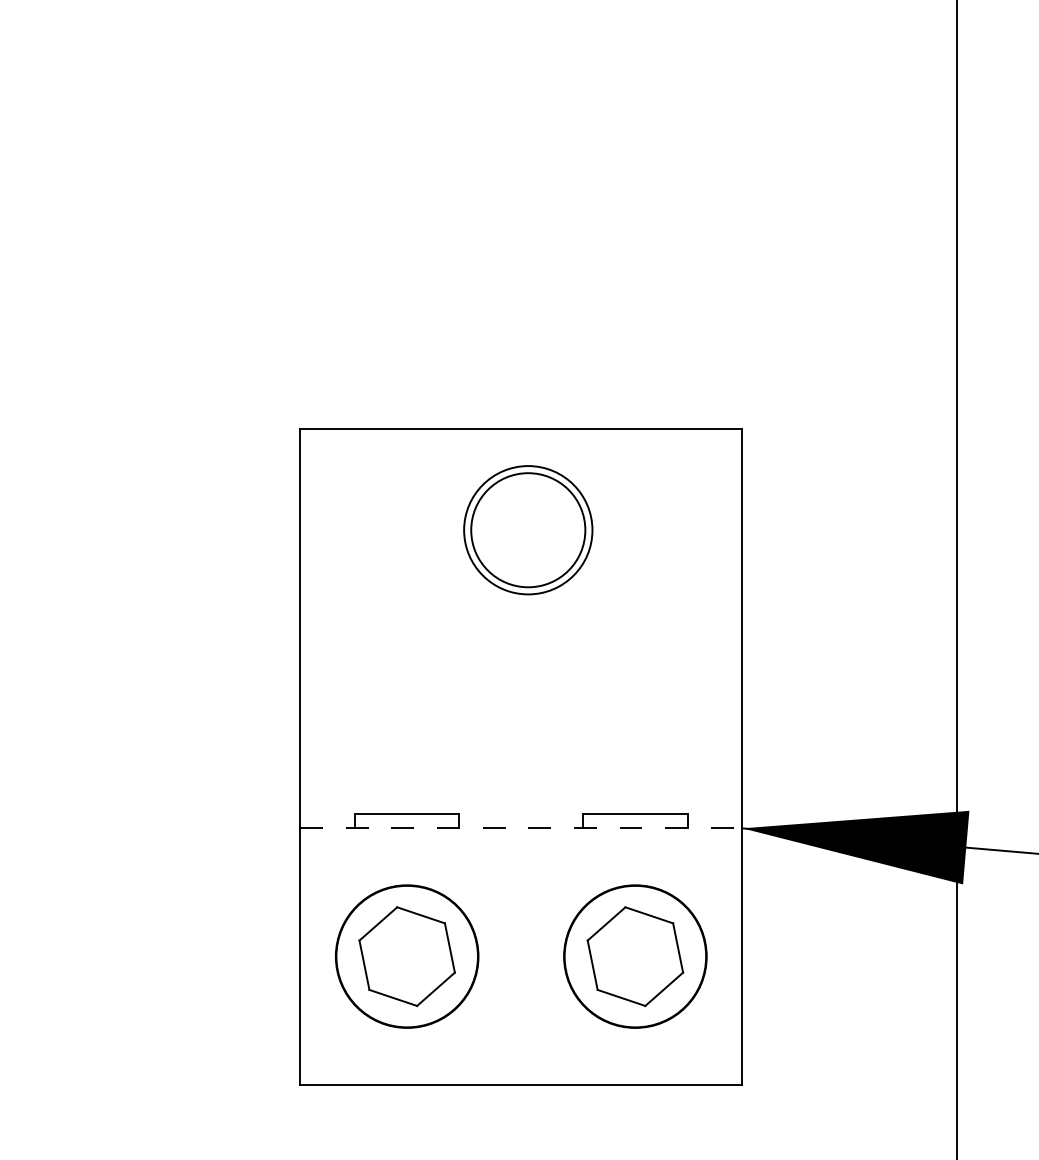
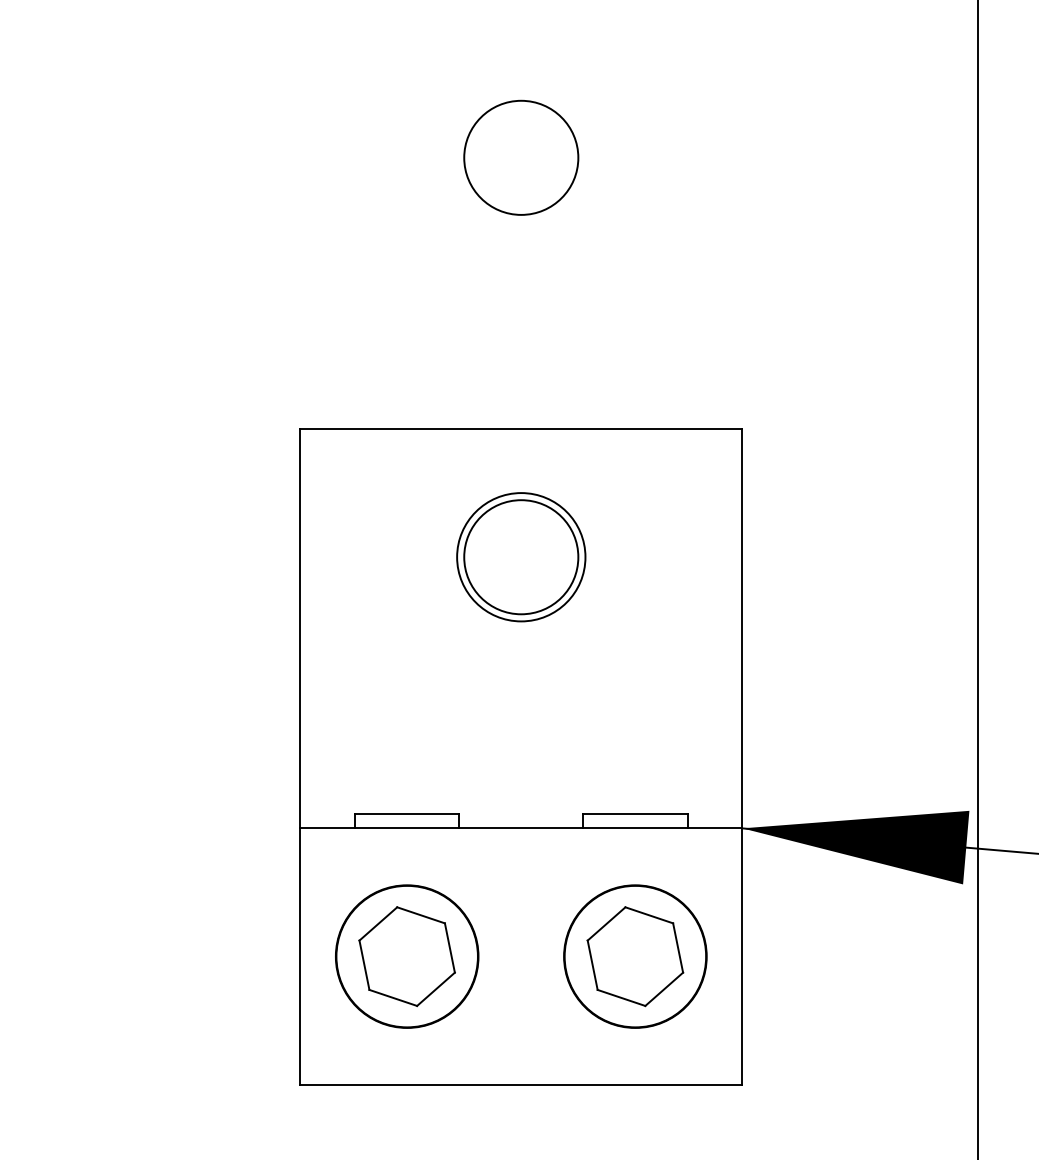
circle at (521, 157): none -> present
part at (528, 530) position: (528, 530) -> (521, 557)
line at (956, 579) position: (956, 579) -> (977, 579)
line at (521, 828): dashed -> solid
